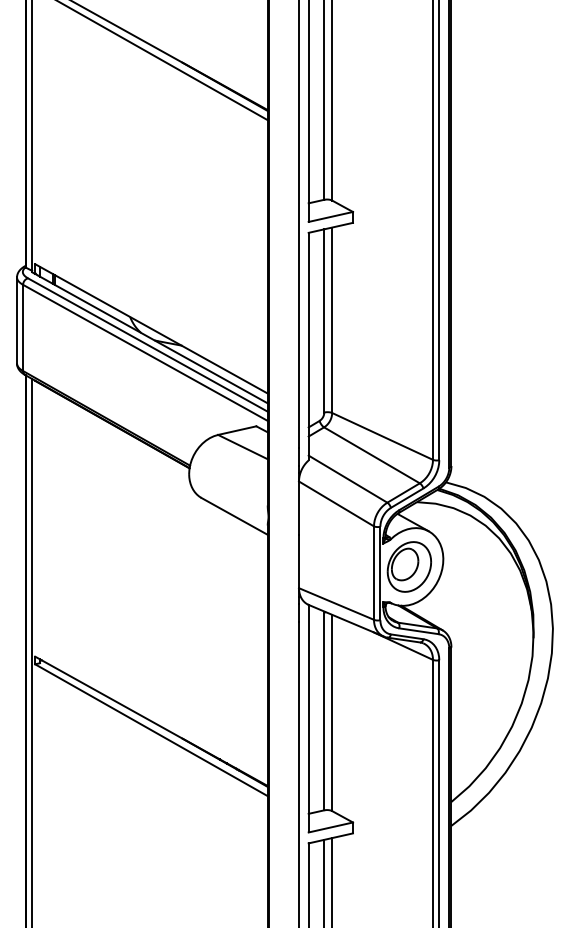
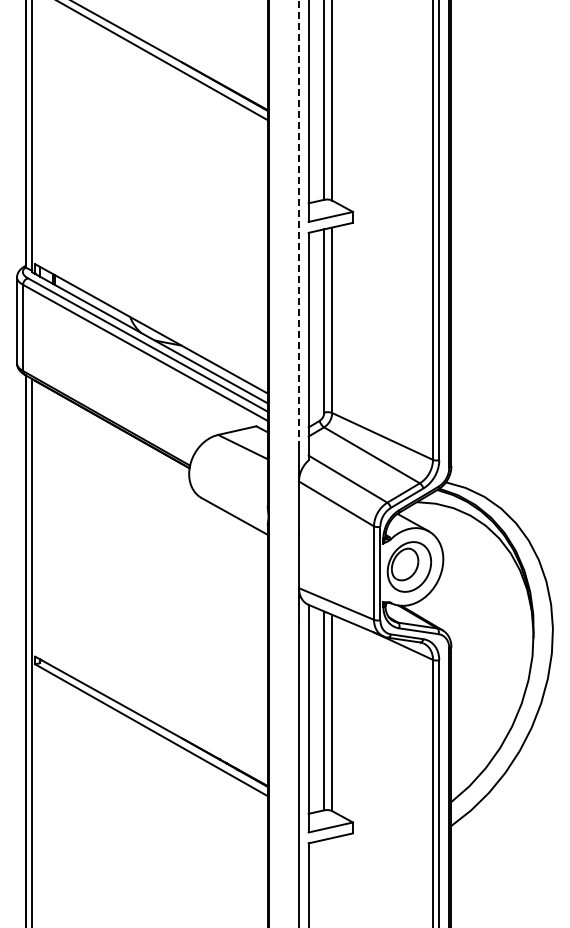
line at (299, 223): solid -> dashed
line at (324, 881): present -> none
line at (332, 881): present -> none
